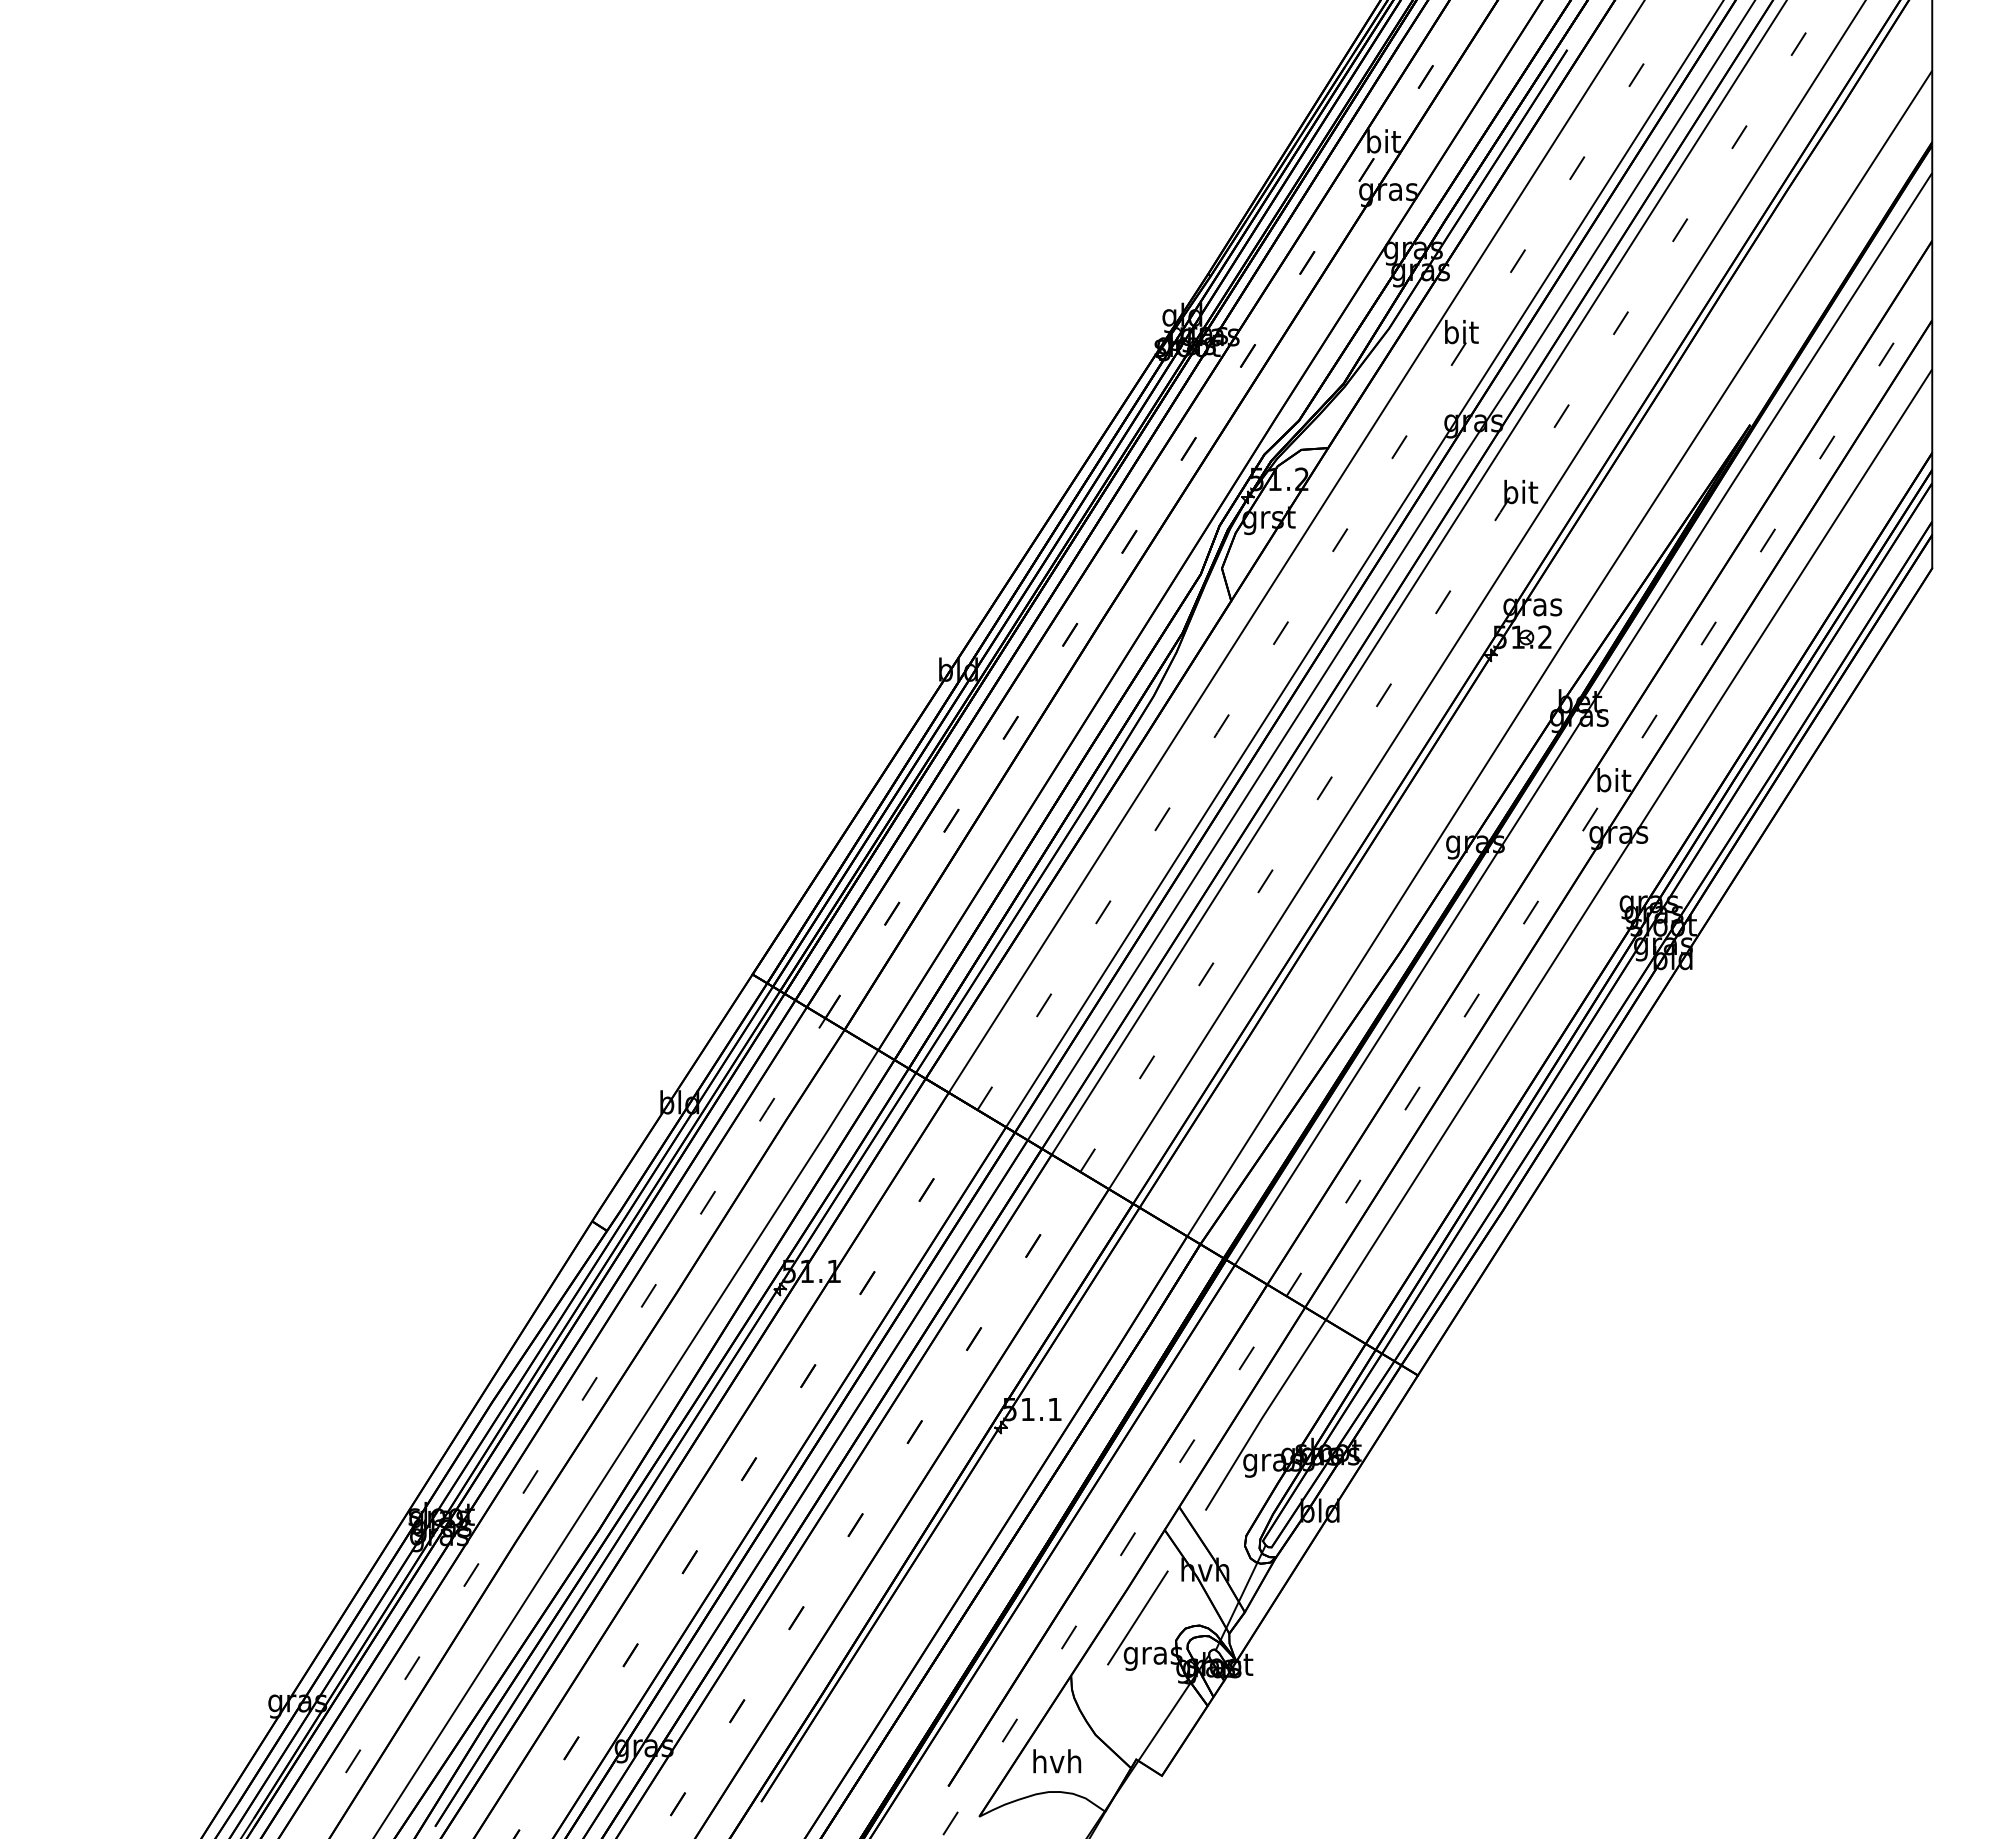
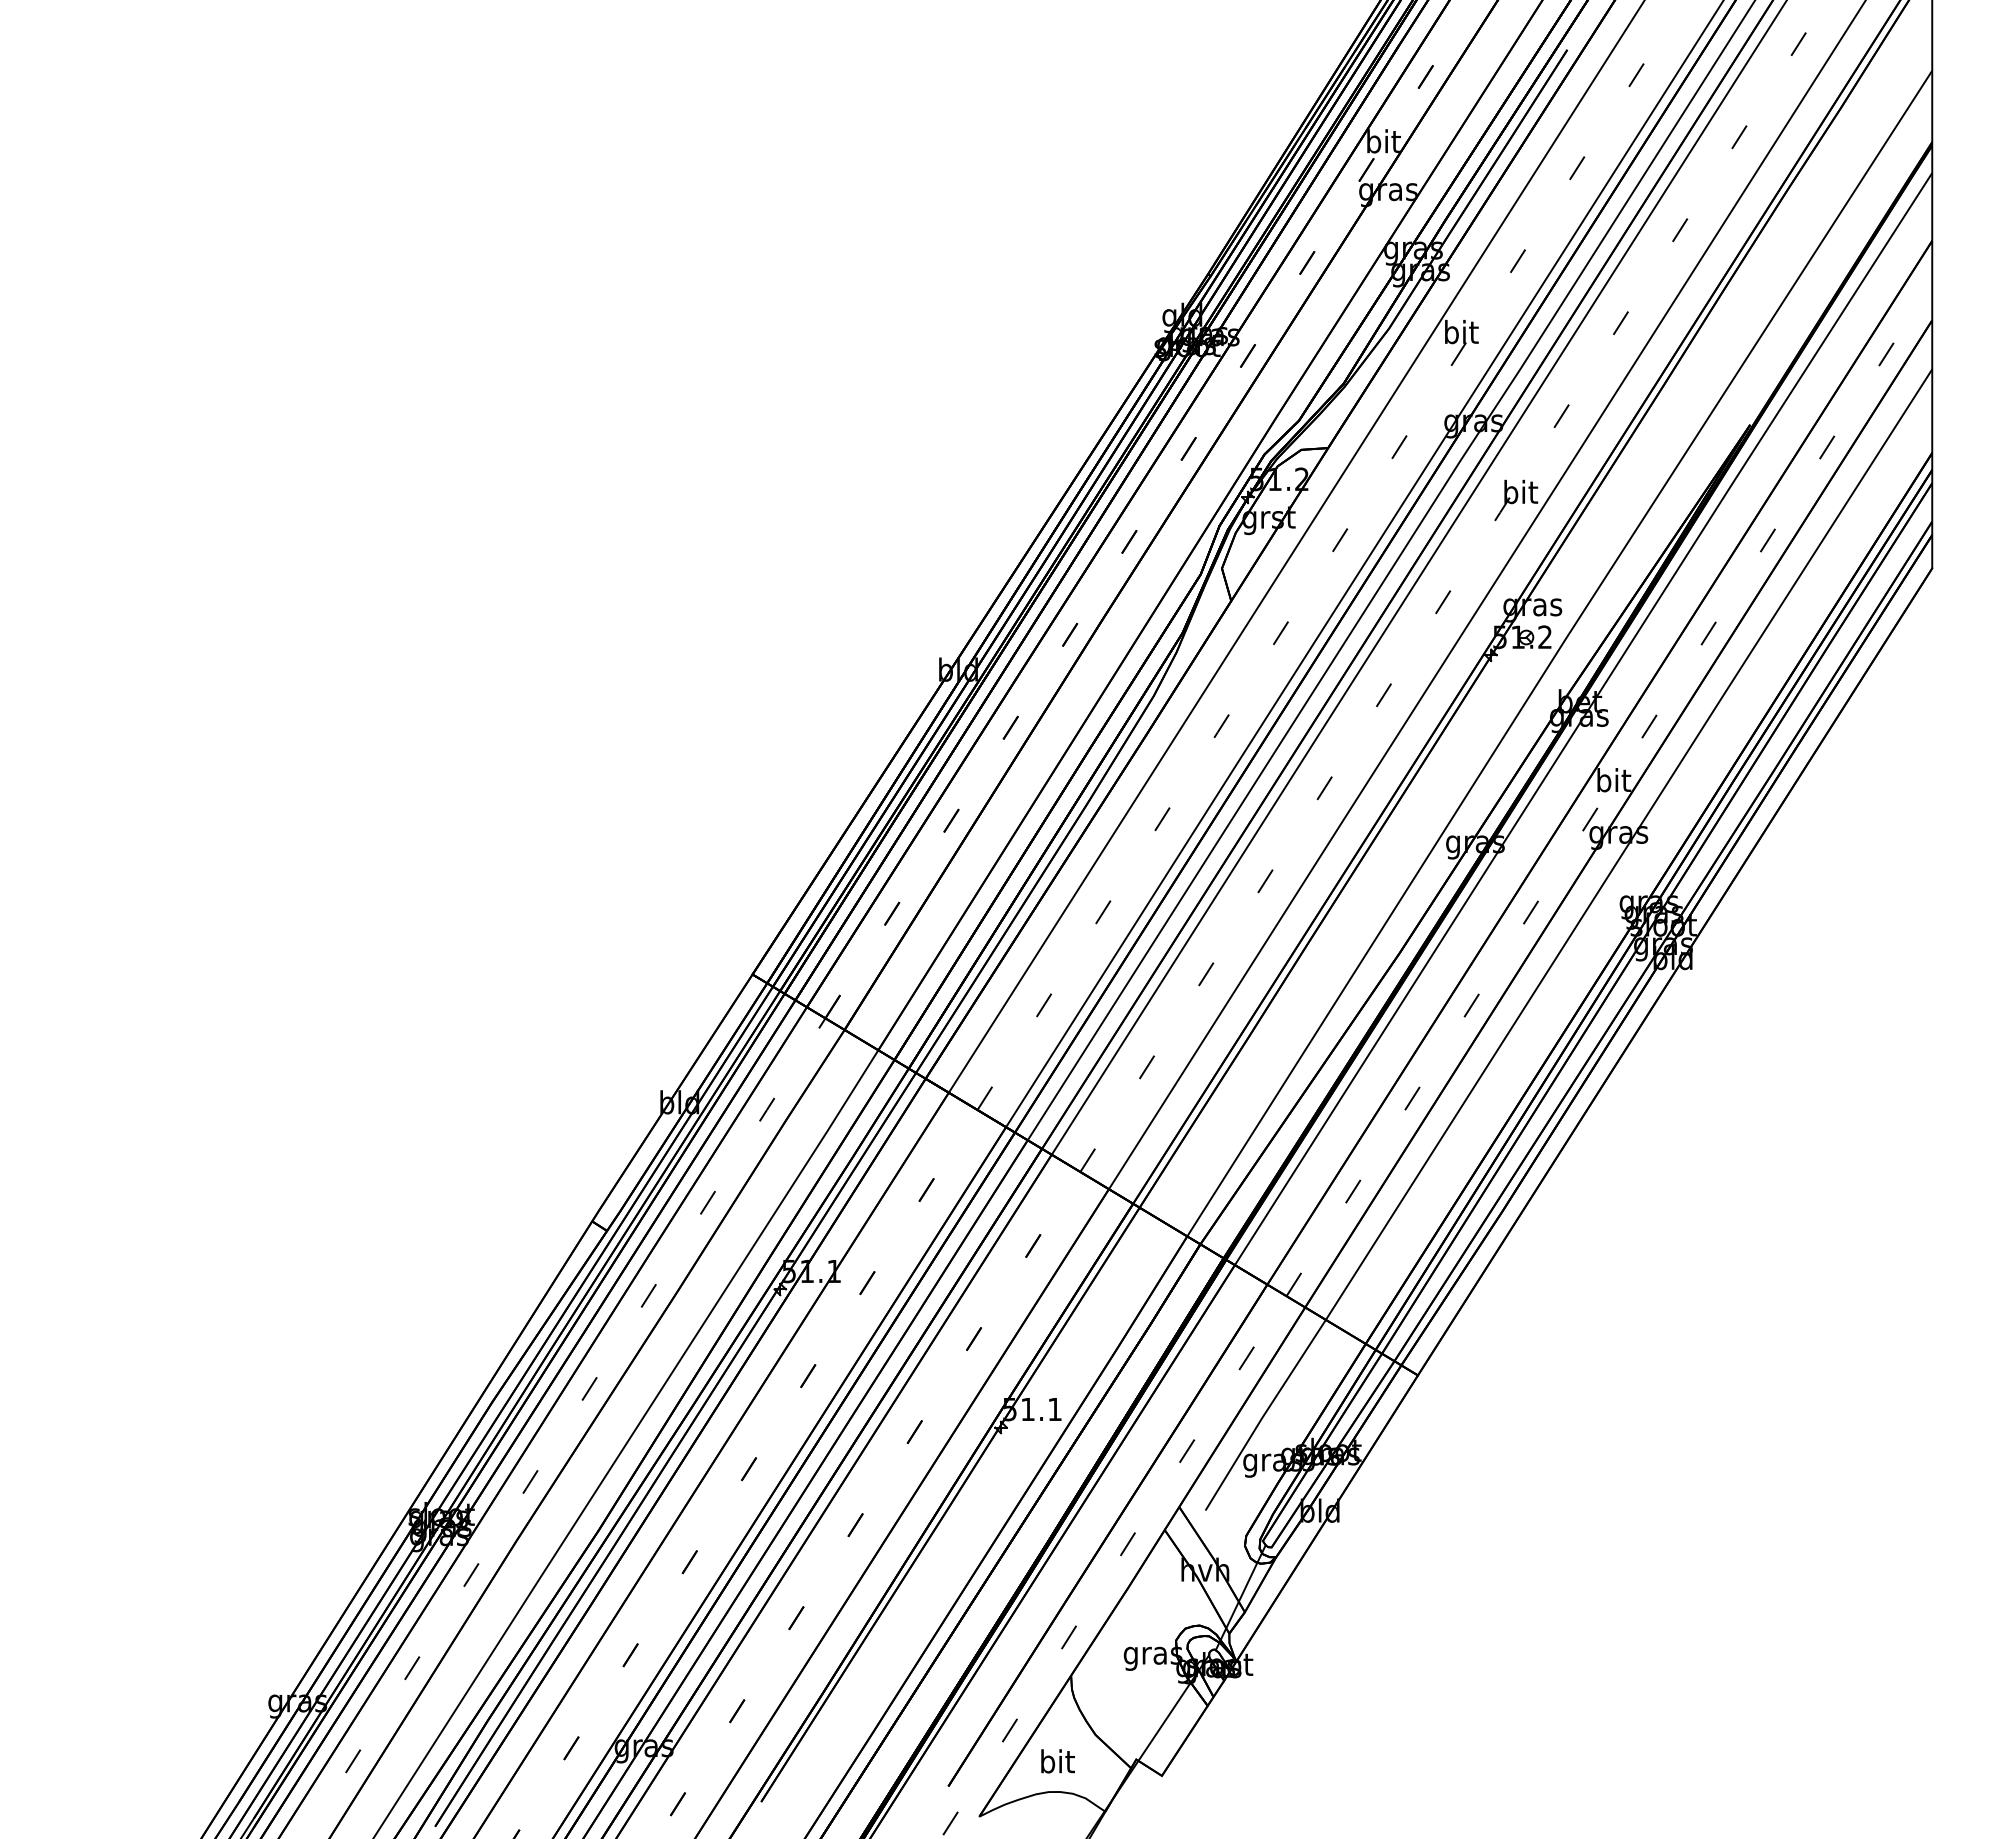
line at (1137, 1617): present -> none
text at (1057, 1761): hvh -> bit
